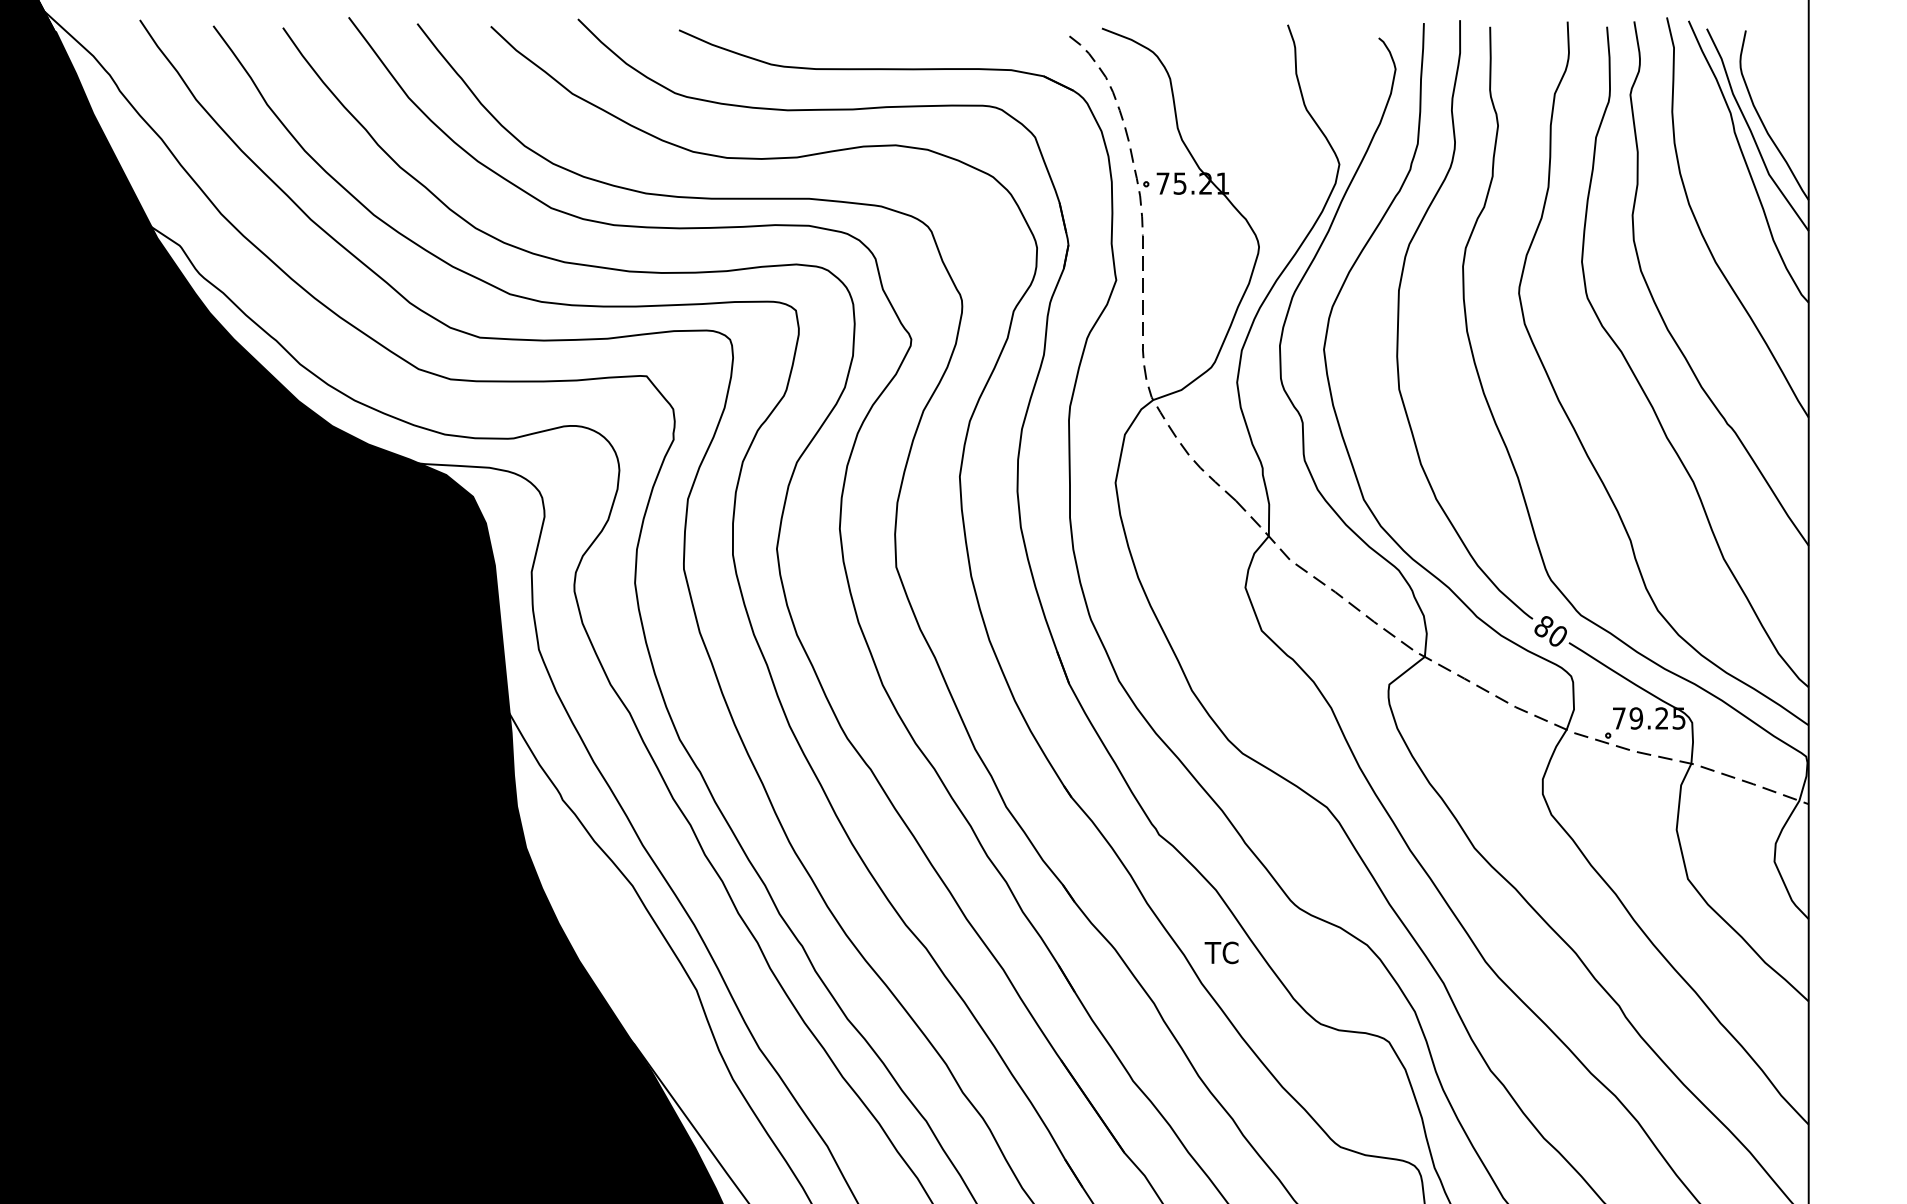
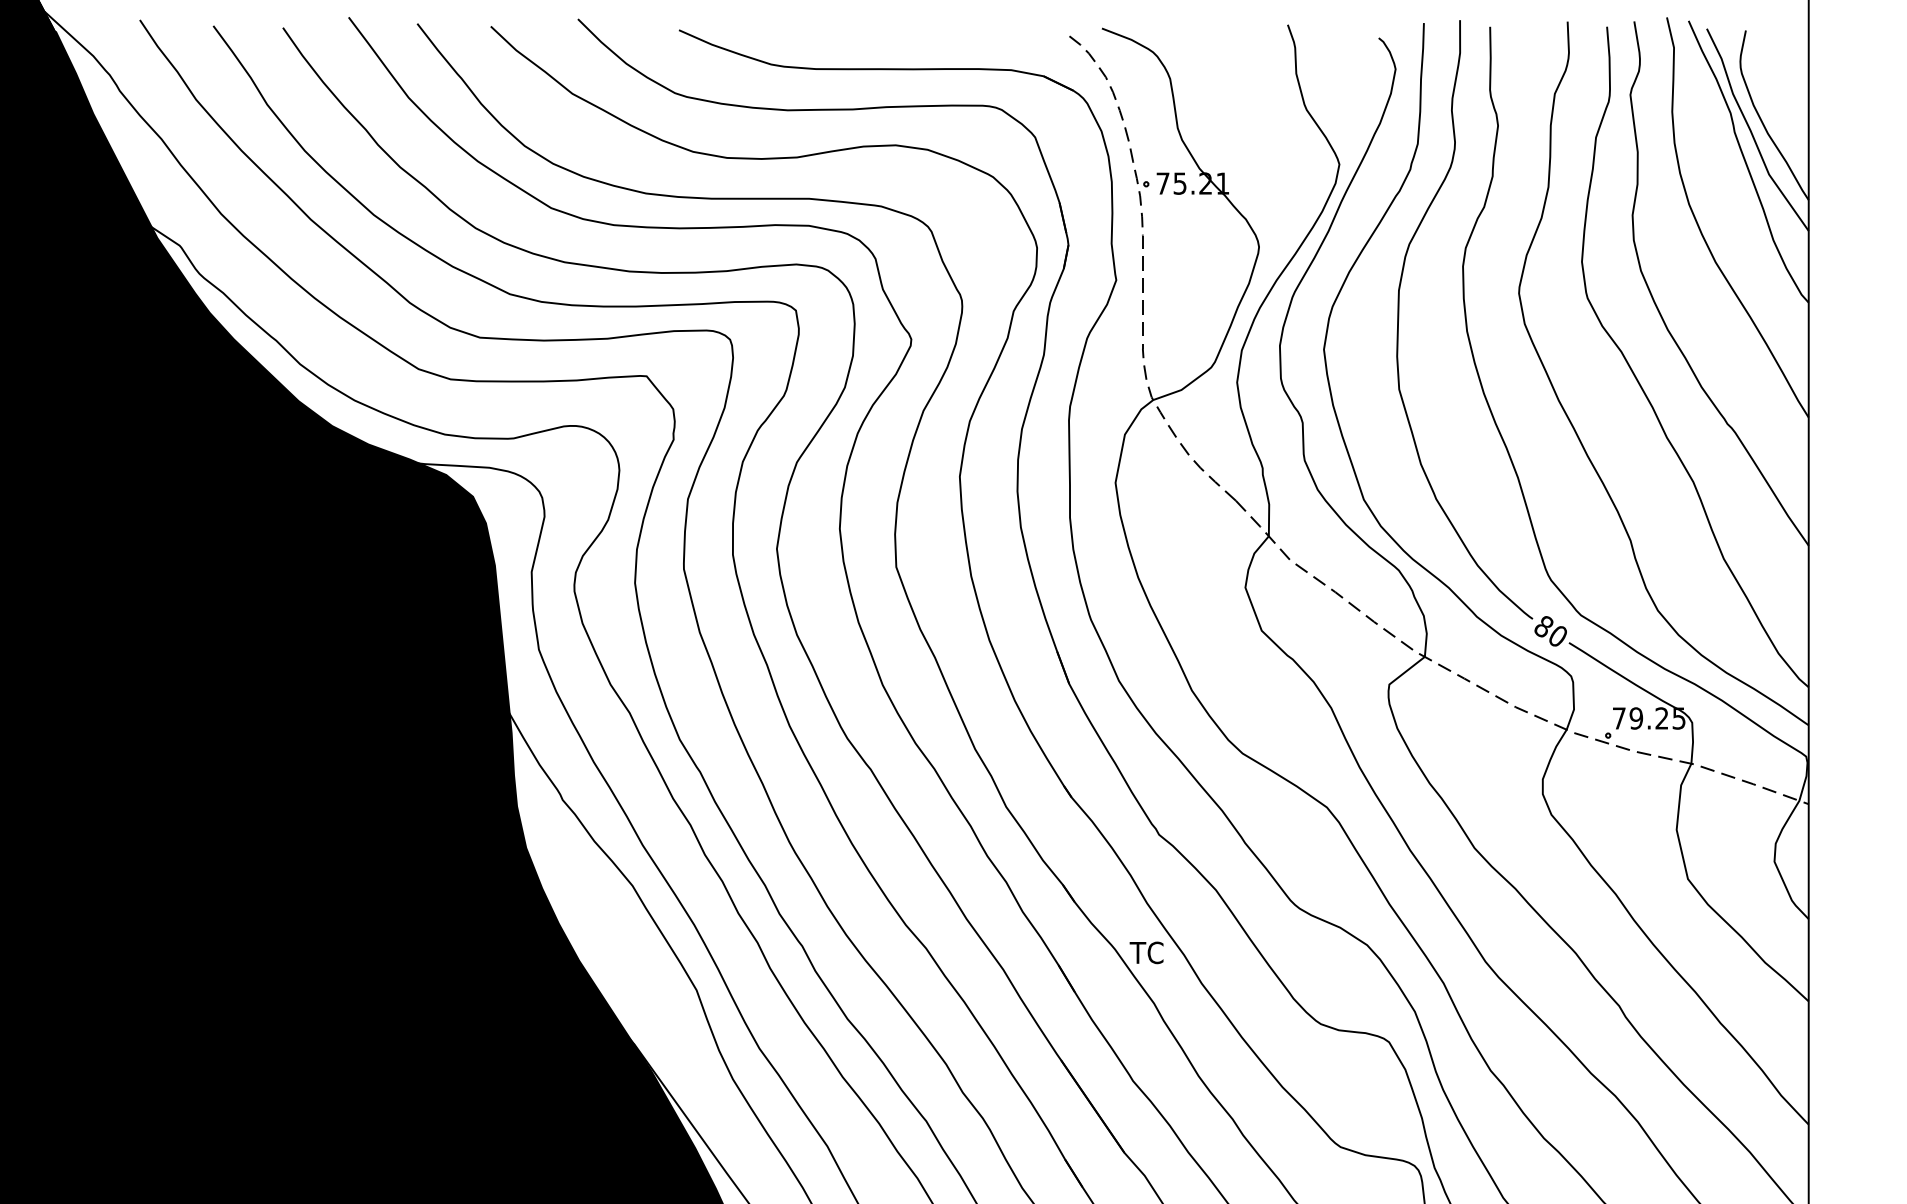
text at (1221, 952) position: (1221, 952) -> (1146, 952)
